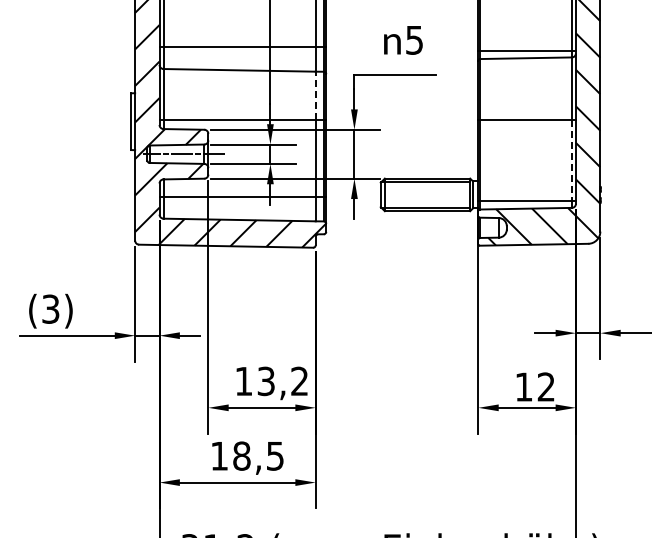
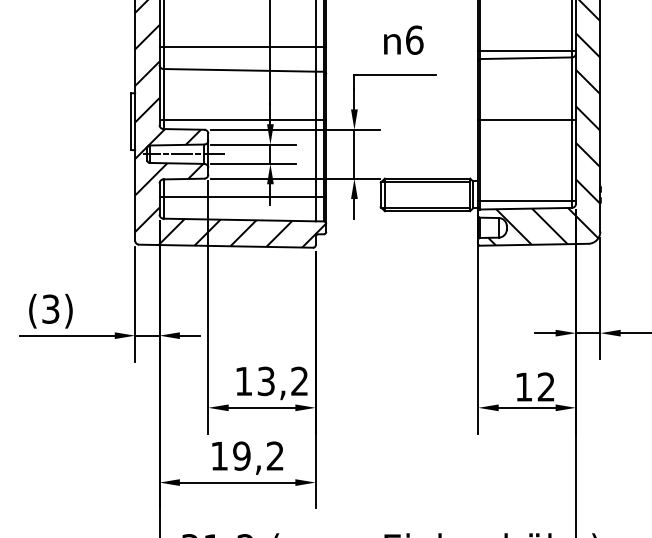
text at (414, 39): 5 -> 6
line at (315, 95): dashed -> solid
line at (571, 160): dashed -> solid
text at (258, 455): 18,5 -> 19,2
